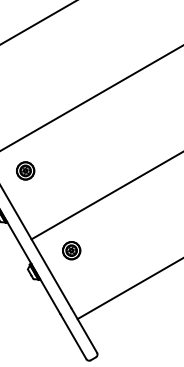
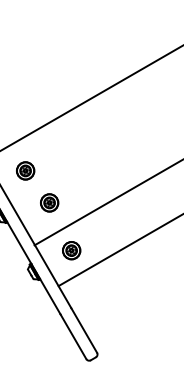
line at (37, 22): present -> none
line at (105, 196) position: (105, 196) -> (107, 203)
part at (49, 202): none -> present
line at (128, 289) position: (128, 289) -> (119, 250)
